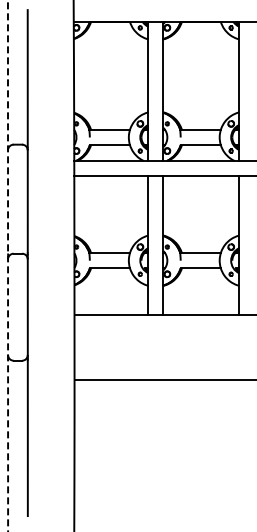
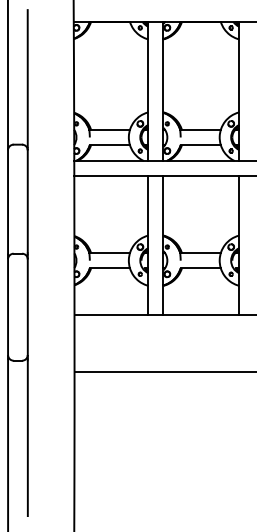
line at (8, 265): dashed -> solid
line at (163, 379) position: (163, 379) -> (163, 371)
